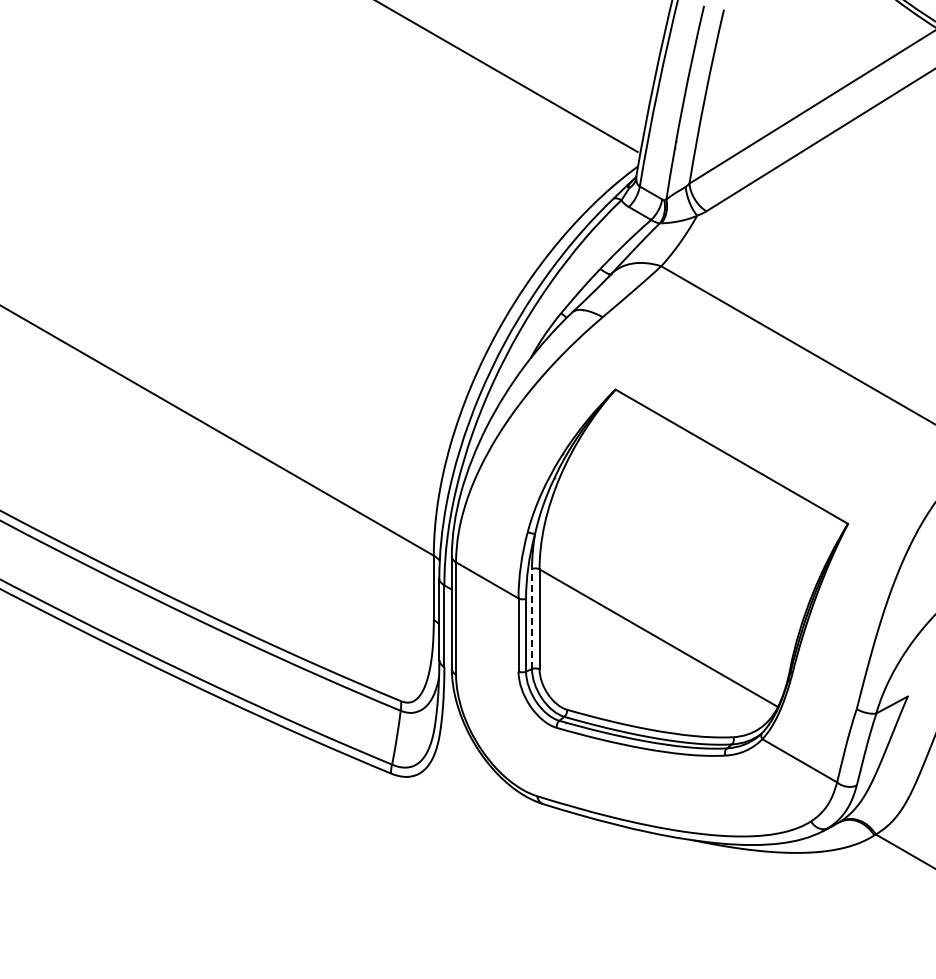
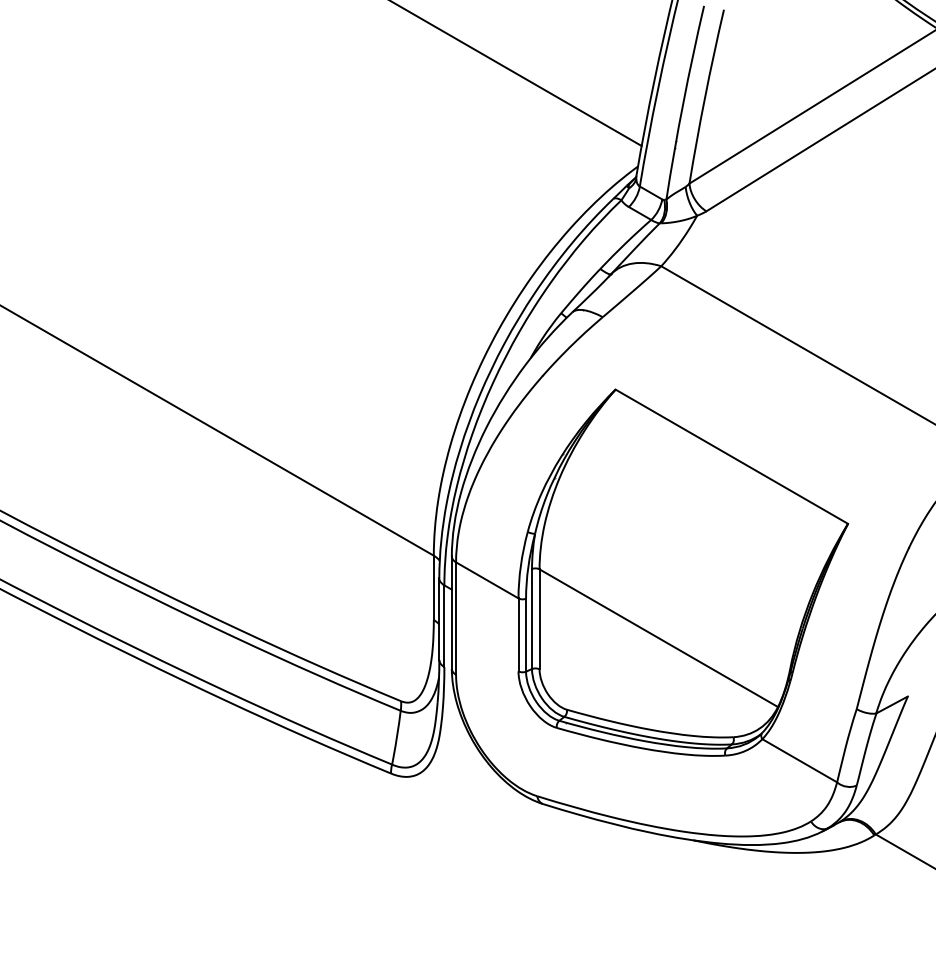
line at (507, 77) position: (507, 77) -> (517, 74)
line at (532, 618): dashed -> solid
